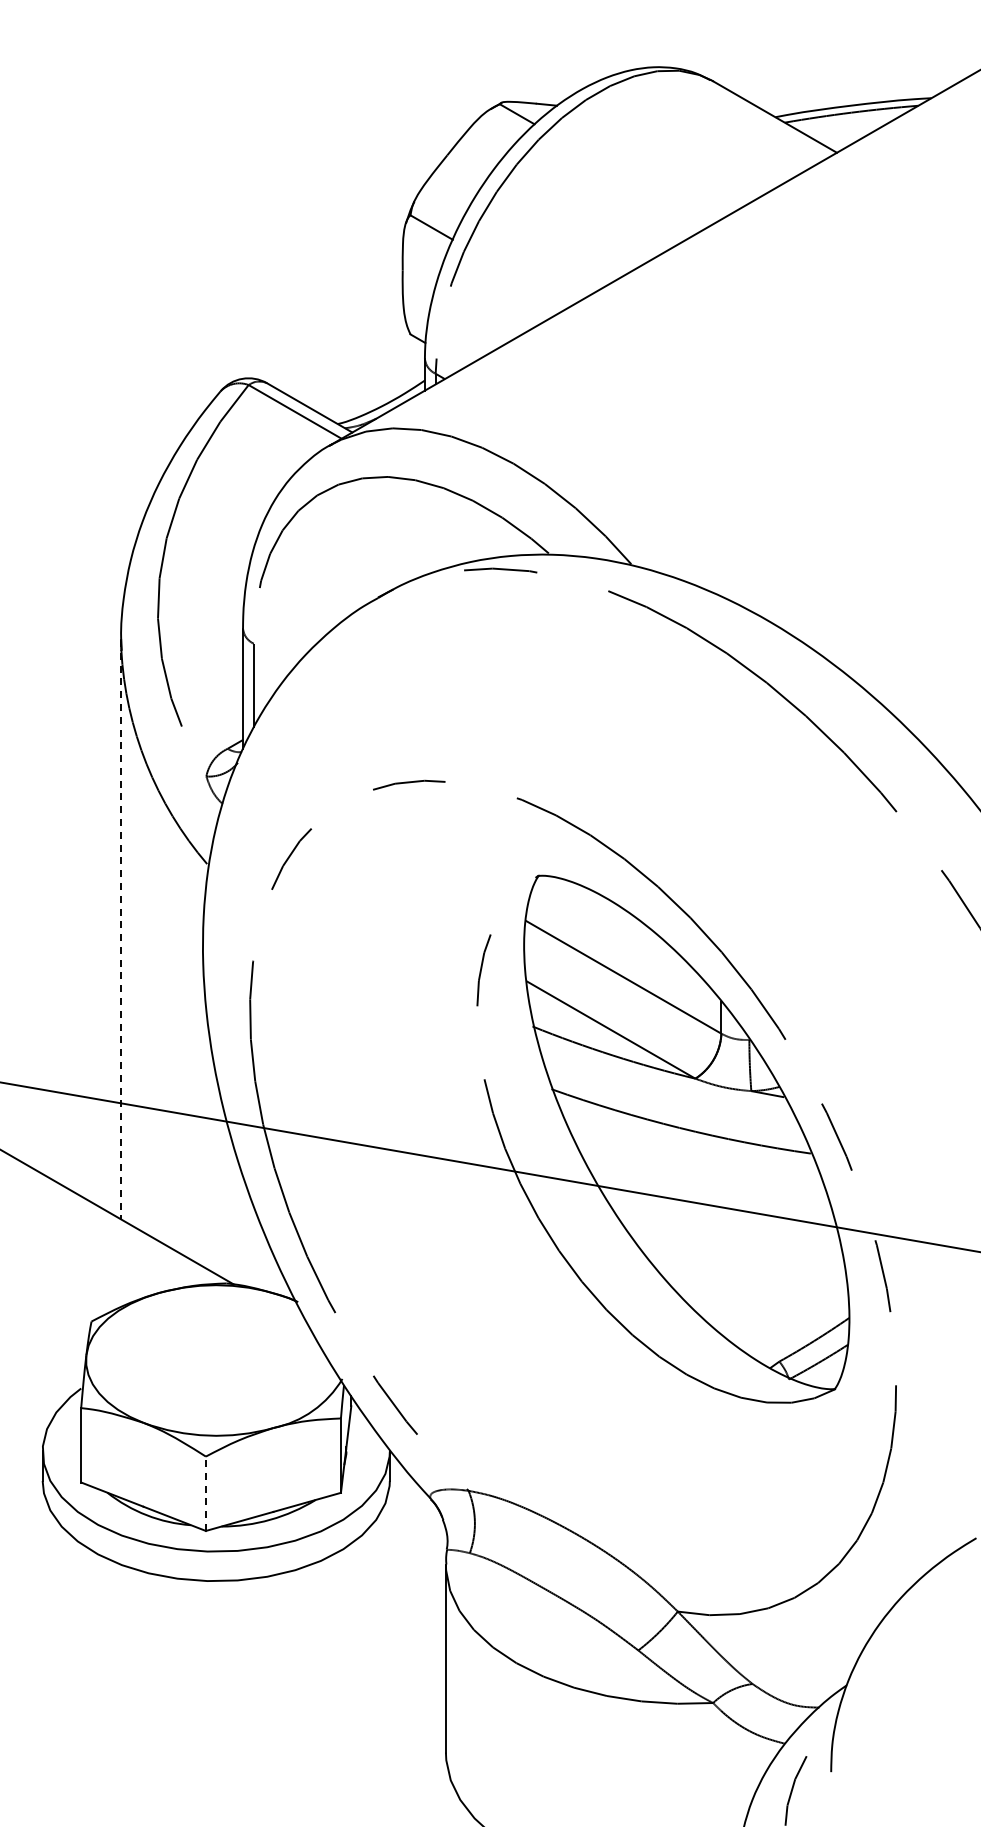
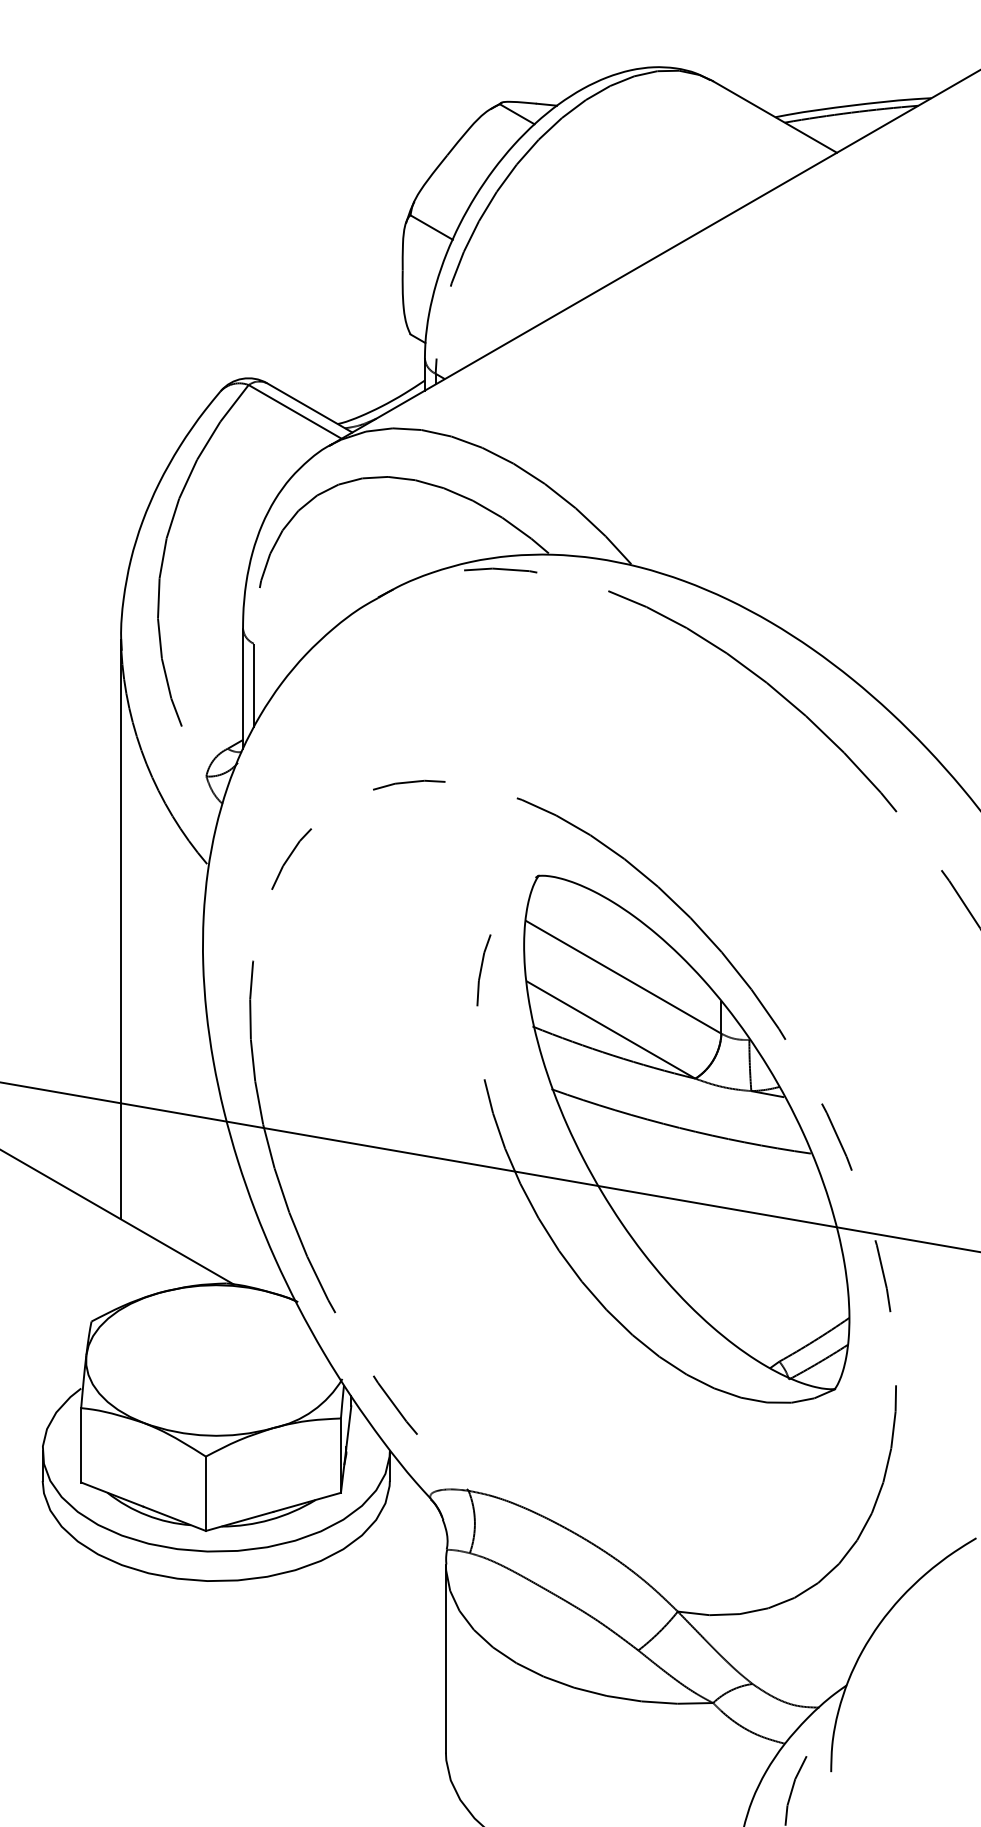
line at (121, 929): dashed -> solid
line at (205, 1493): dashed -> solid
